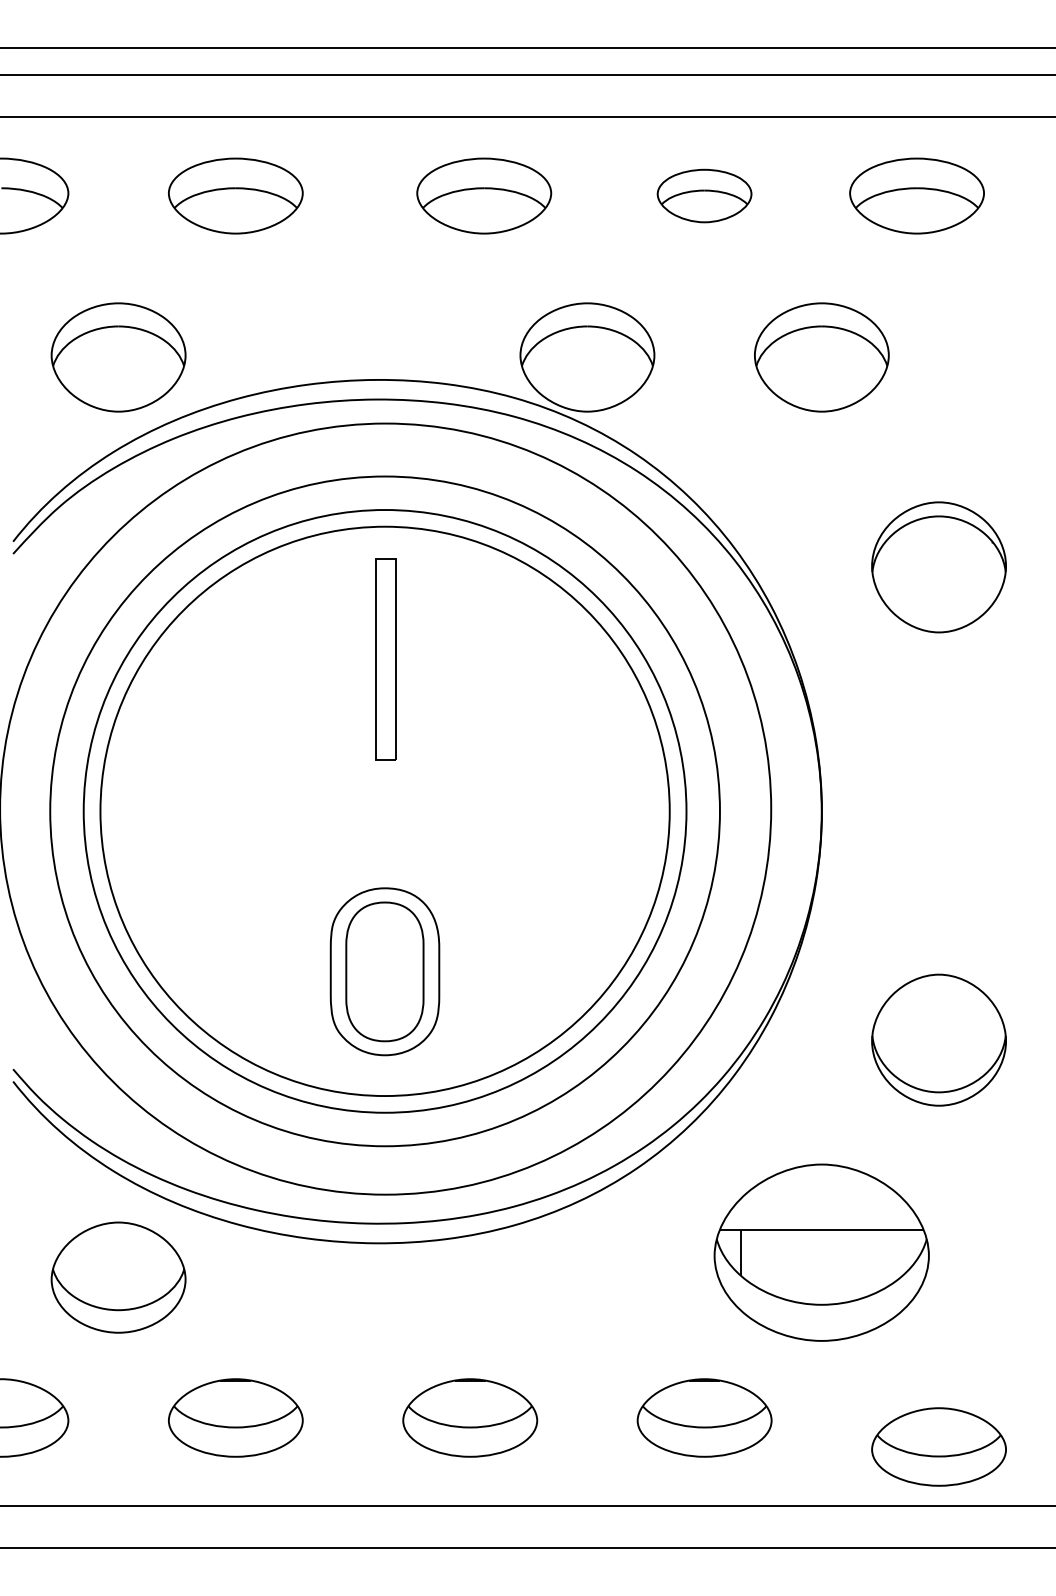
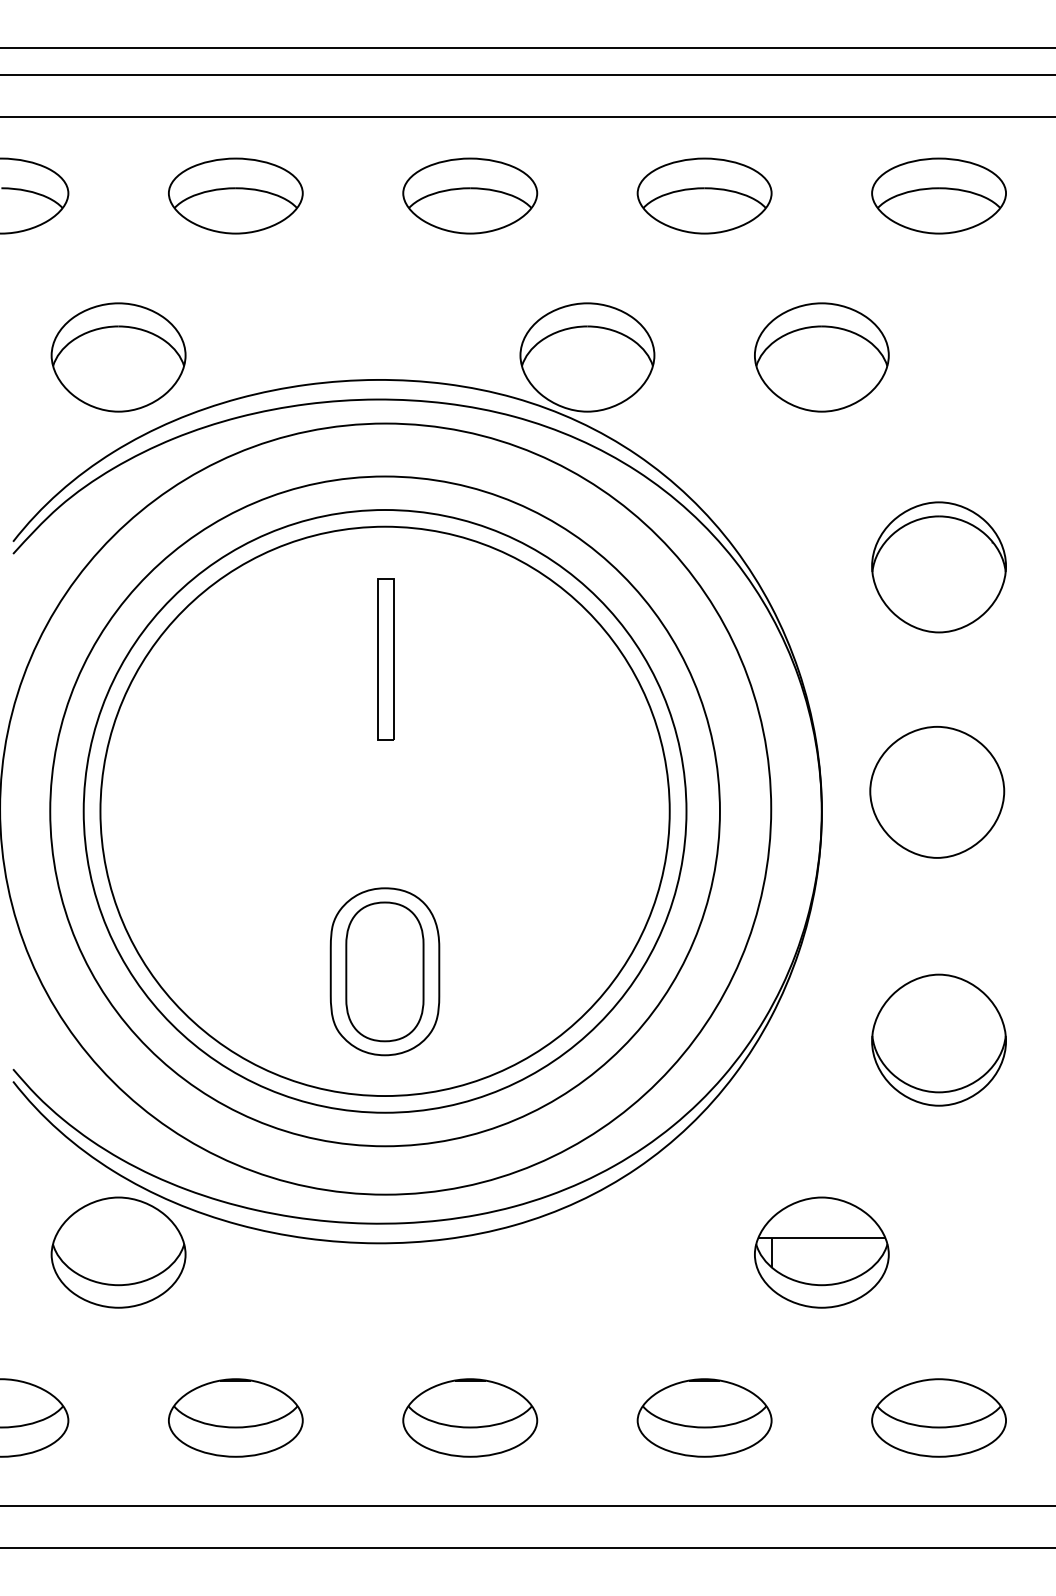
part at (484, 195) position: (484, 195) -> (470, 195)
part at (704, 195) size: 97x56 px -> 137x78 px
part at (916, 195) position: (916, 195) -> (938, 195)
part at (385, 659) size: 22x203 px -> 18x163 px
part at (937, 792): none -> present
part at (821, 1252) size: 217x179 px -> 136x113 px
part at (118, 1277) position: (118, 1277) -> (118, 1252)
part at (938, 1446) position: (938, 1446) -> (938, 1417)
